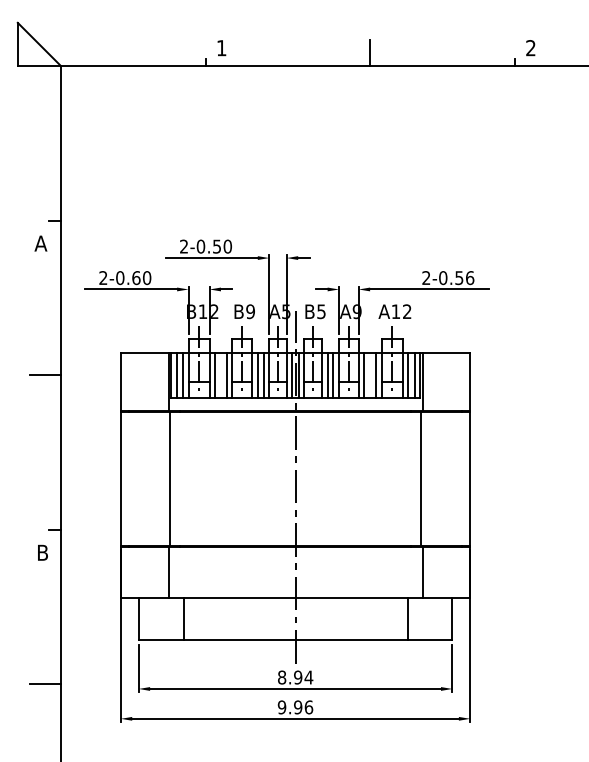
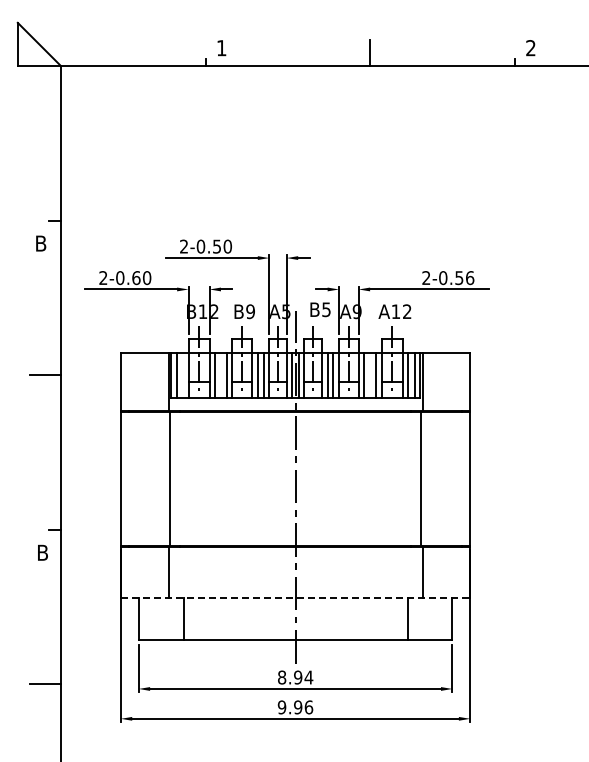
text at (40, 243): A -> B
text at (315, 311) position: (315, 311) -> (320, 309)
line at (182, 375): present -> none
line at (296, 598): solid -> dashed
